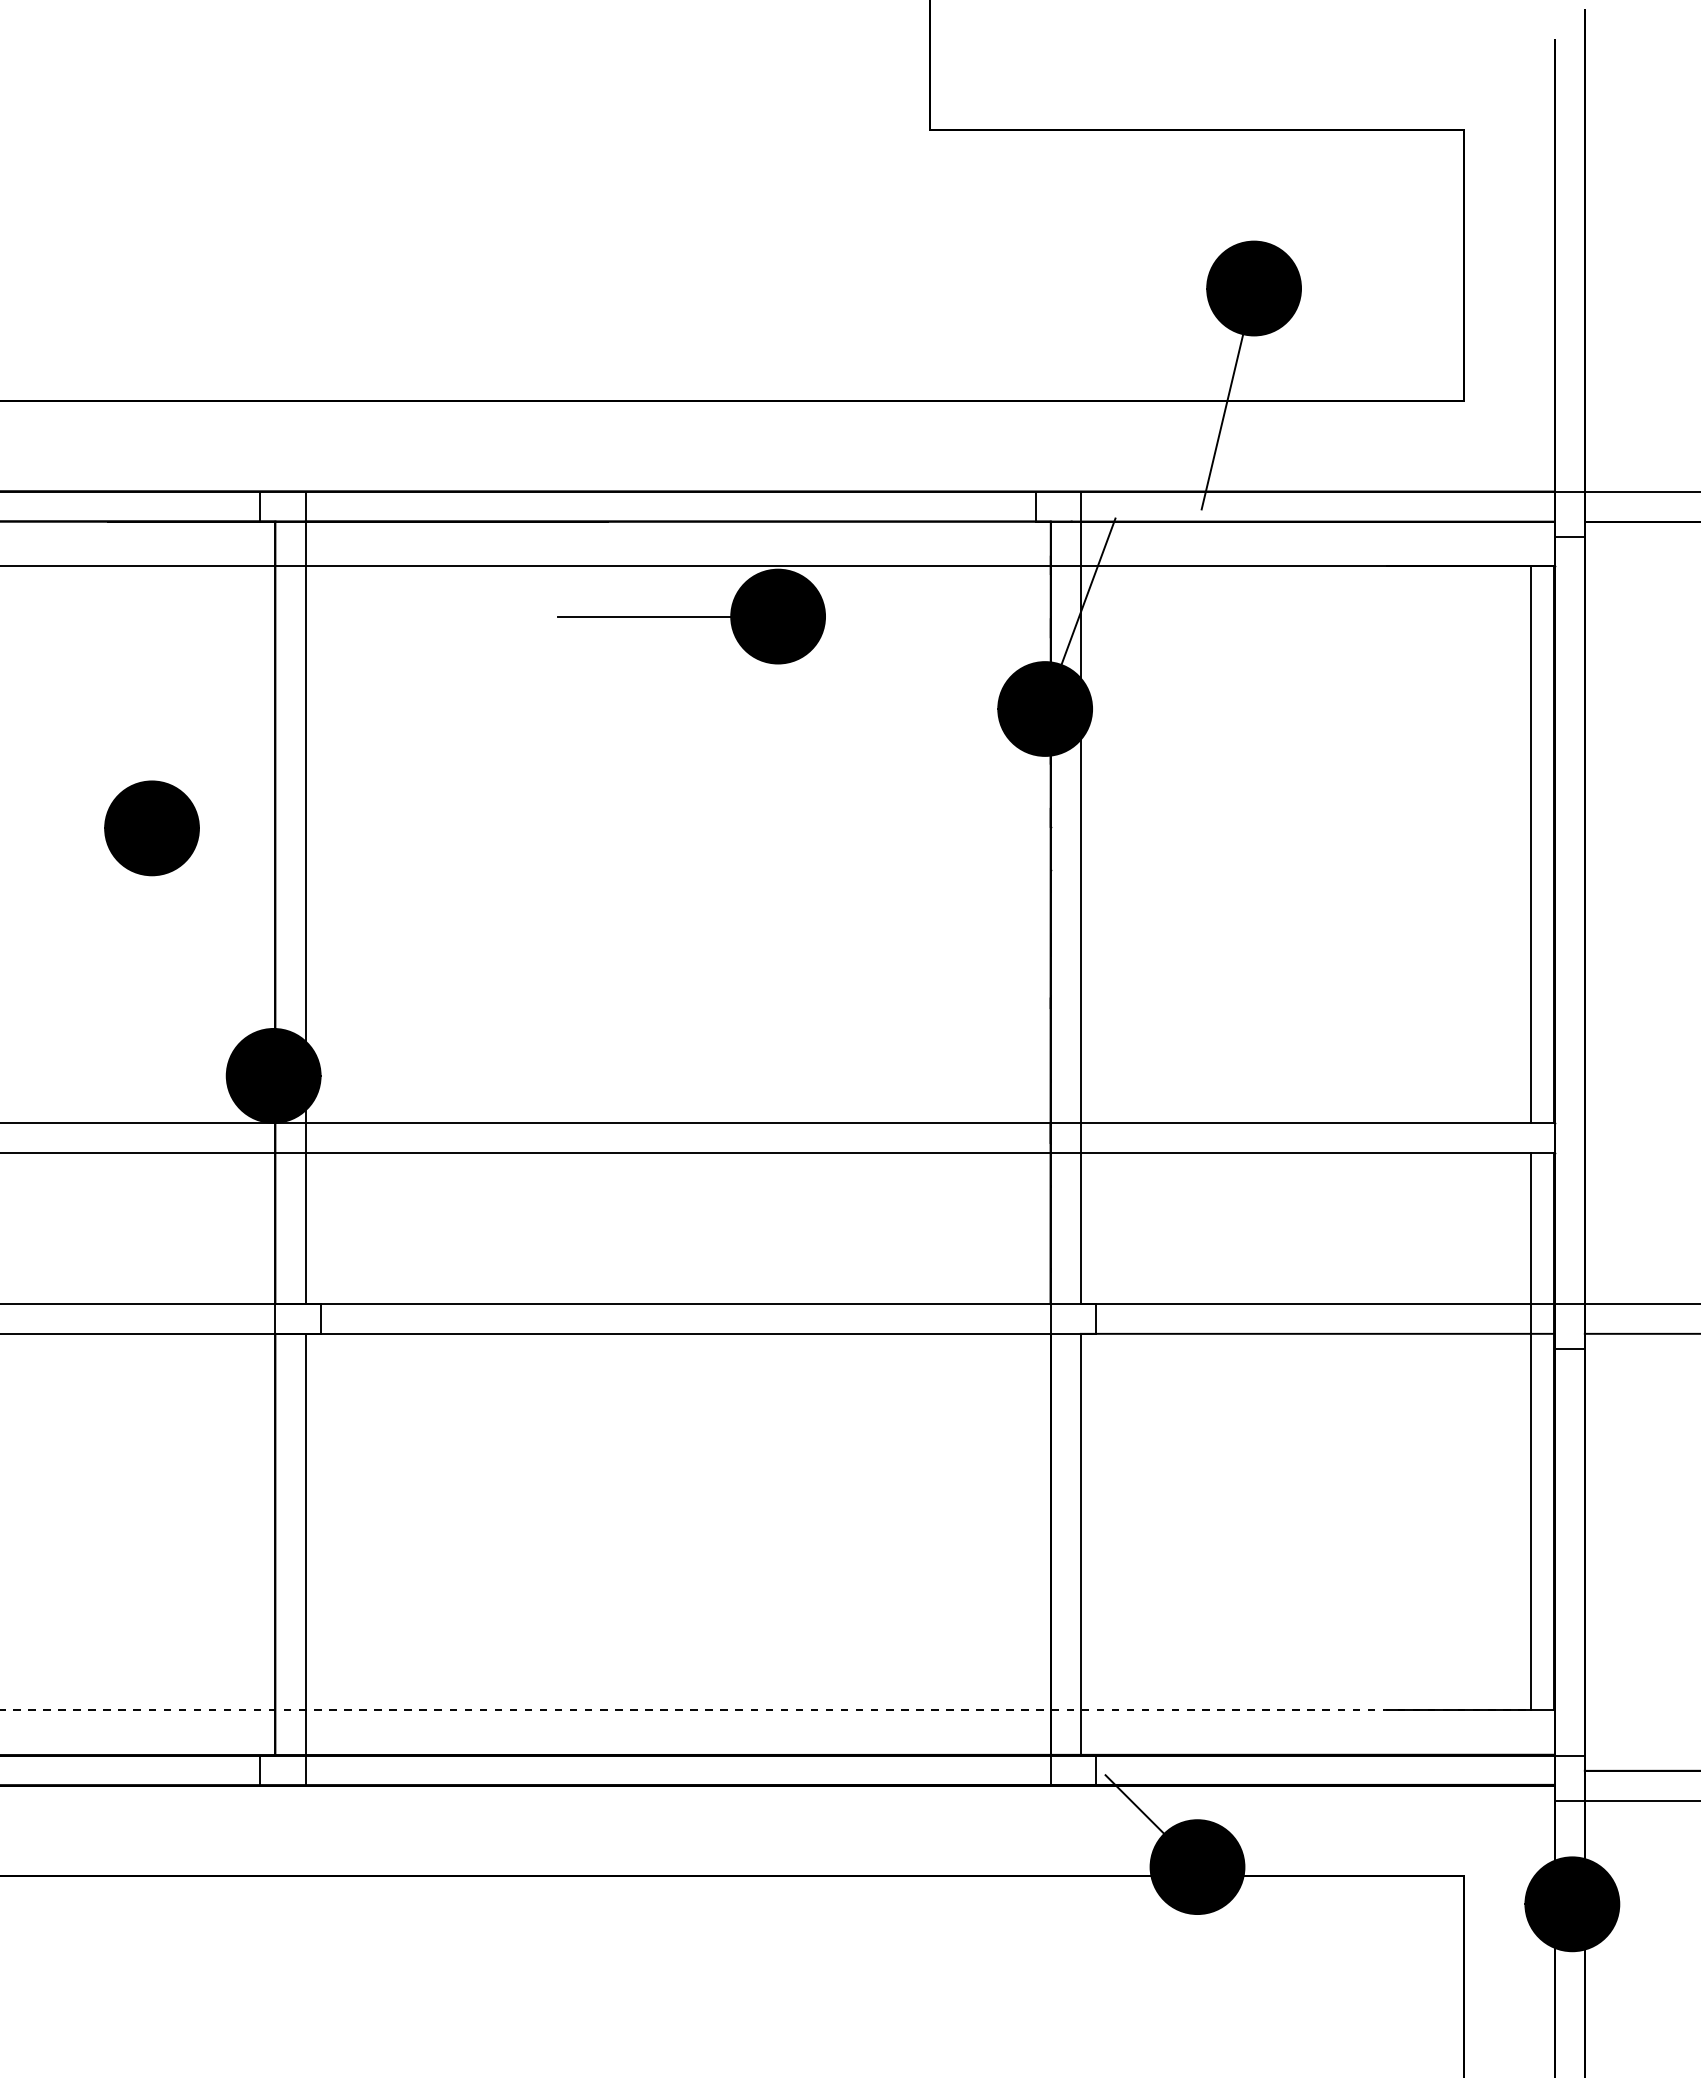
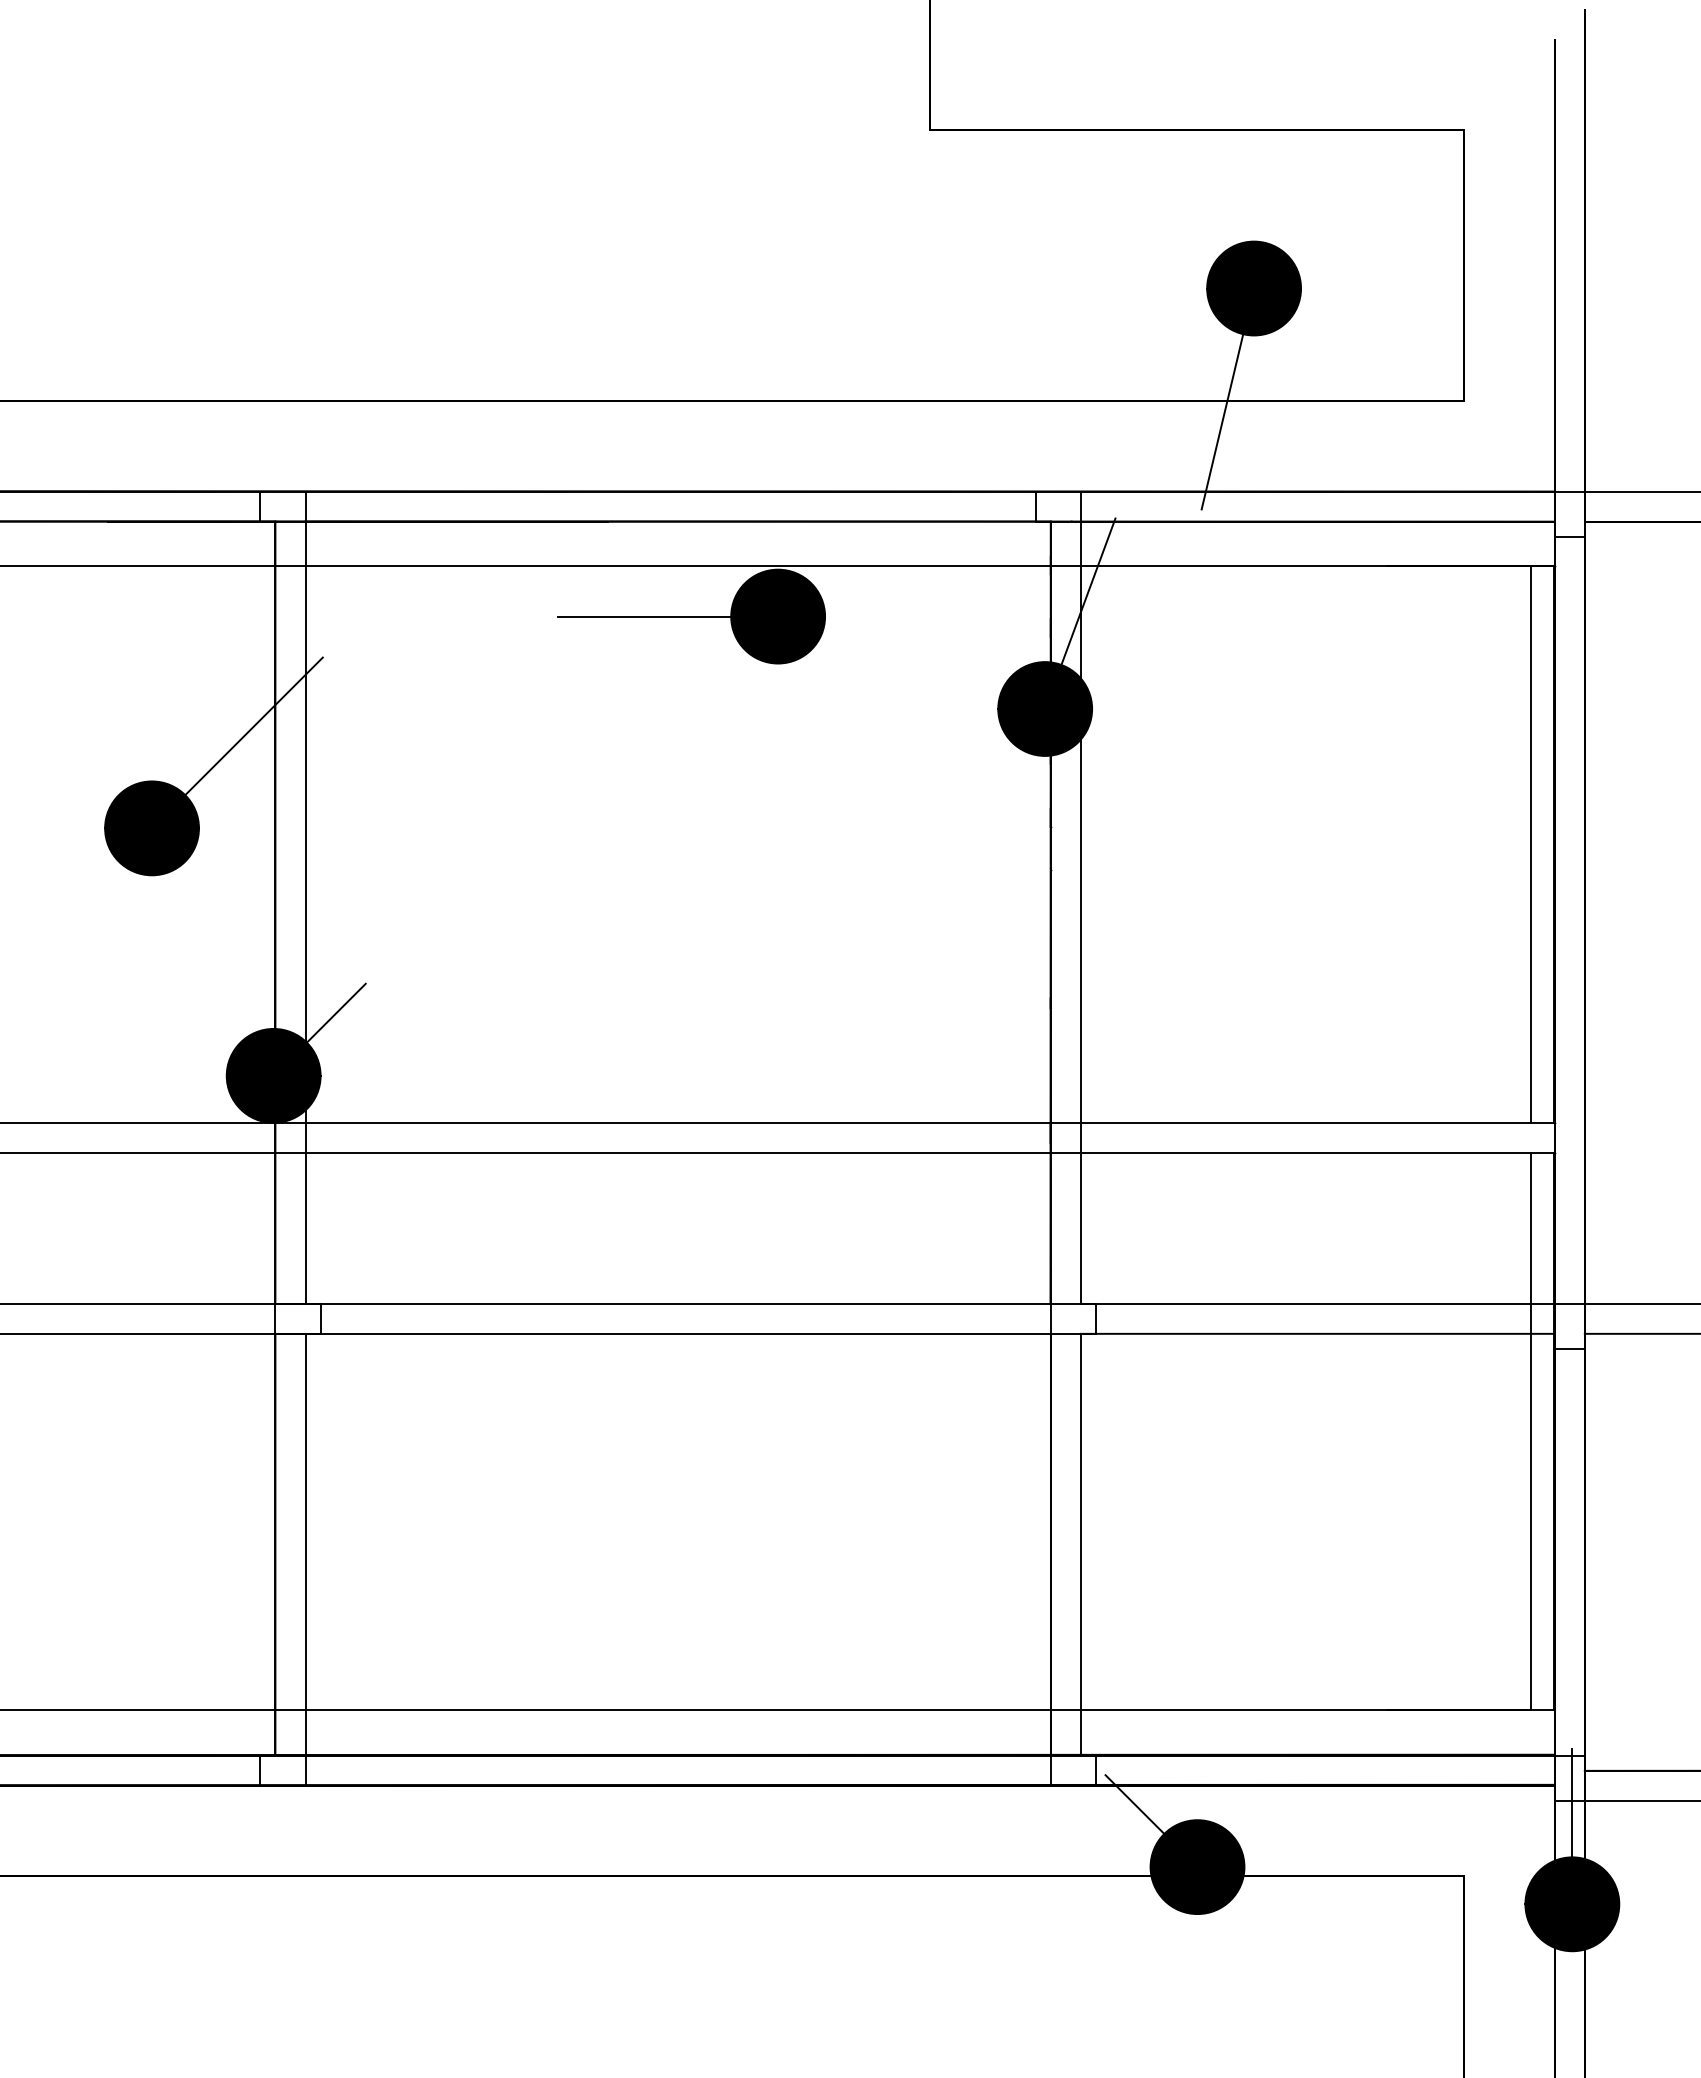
line at (253, 726): none -> present
line at (335, 1012): none -> present
line at (766, 1710): dashed -> solid
line at (1572, 1803): none -> present
